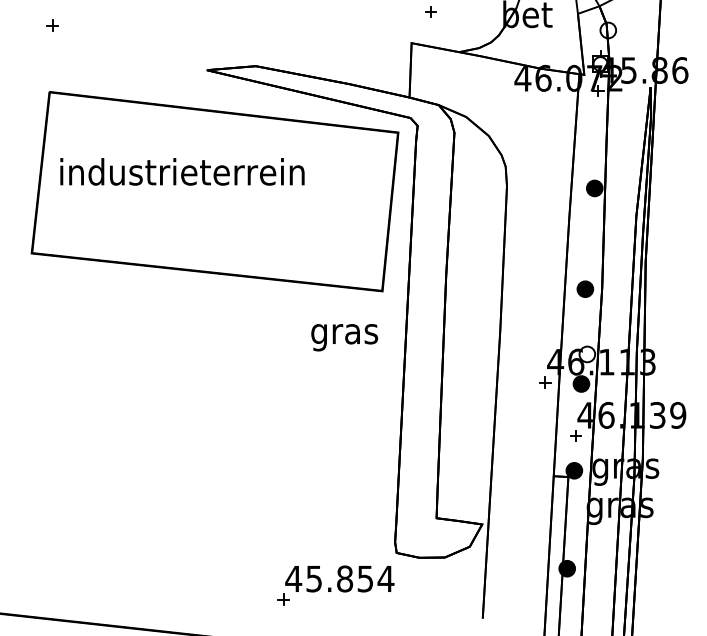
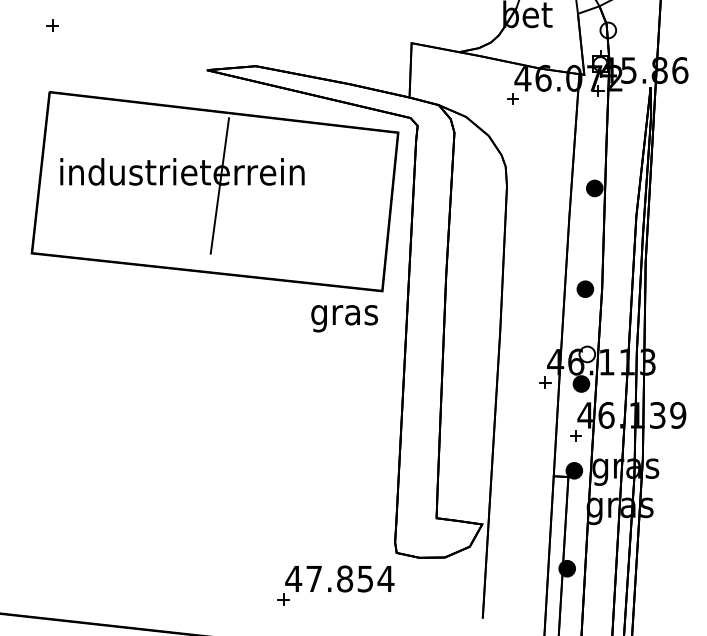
part at (430, 11) position: (430, 11) -> (512, 98)
line at (219, 185): none -> present
text at (344, 337) position: (344, 337) -> (344, 318)
text at (313, 579): 45.854 -> 47.854
